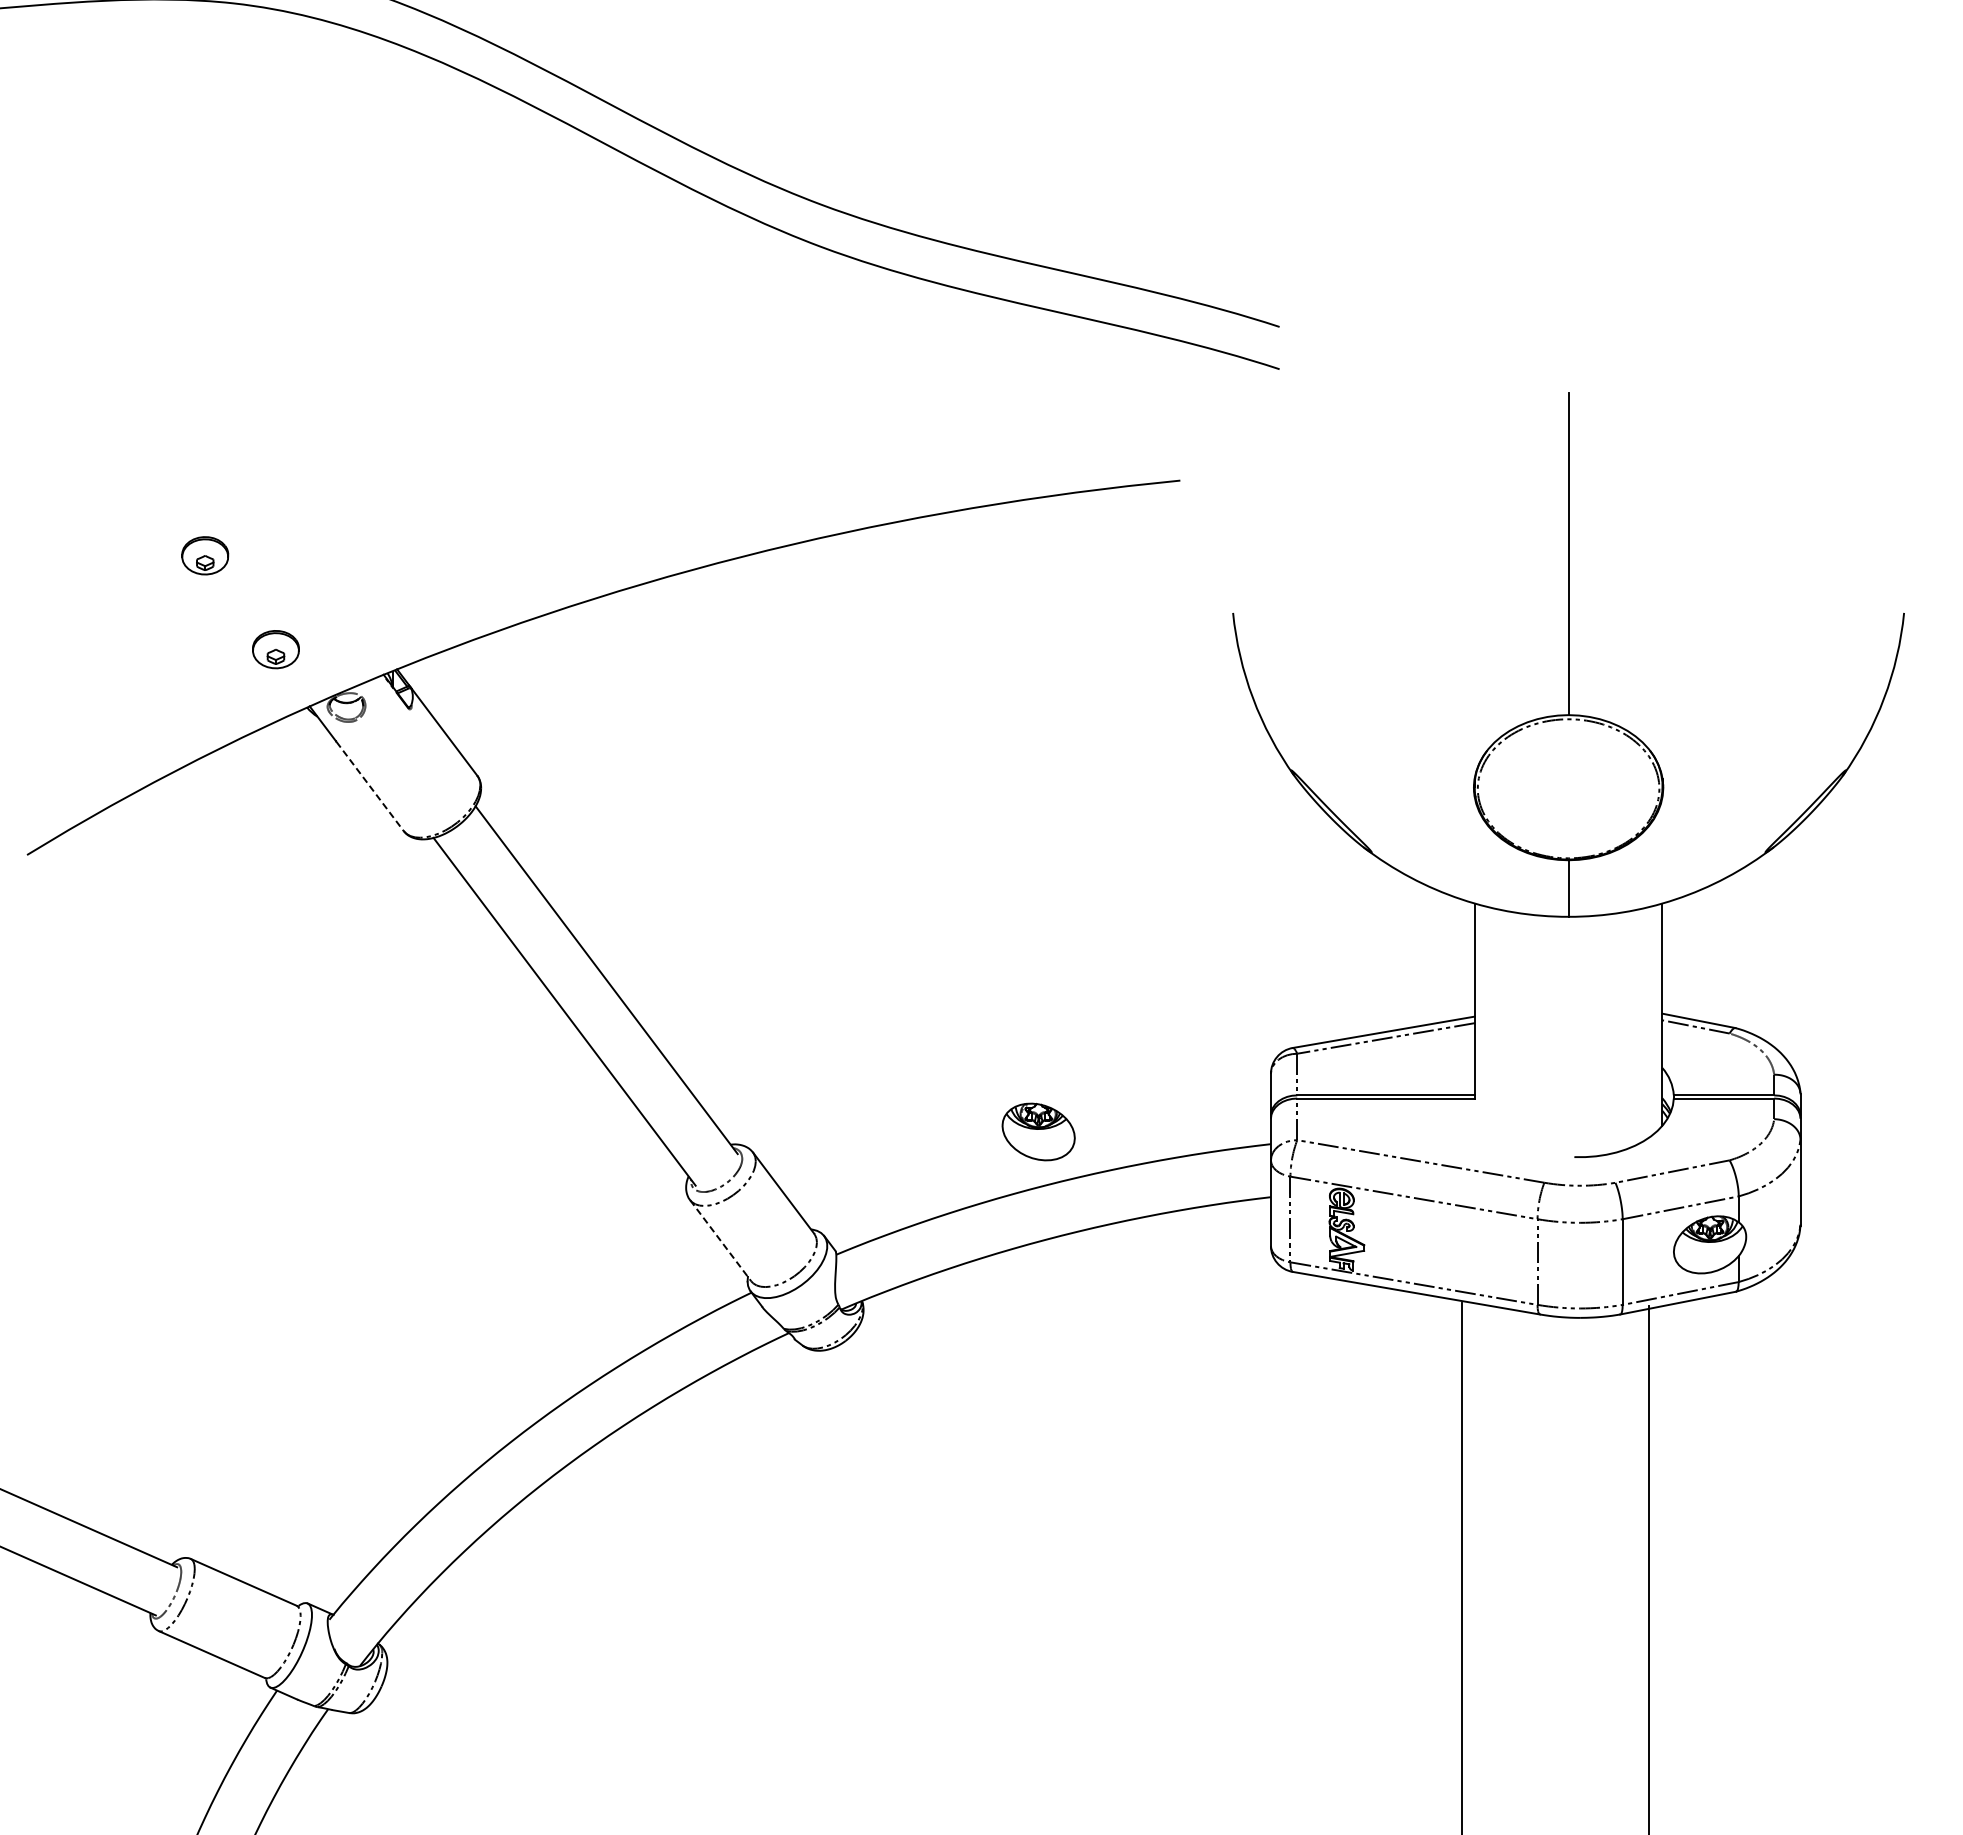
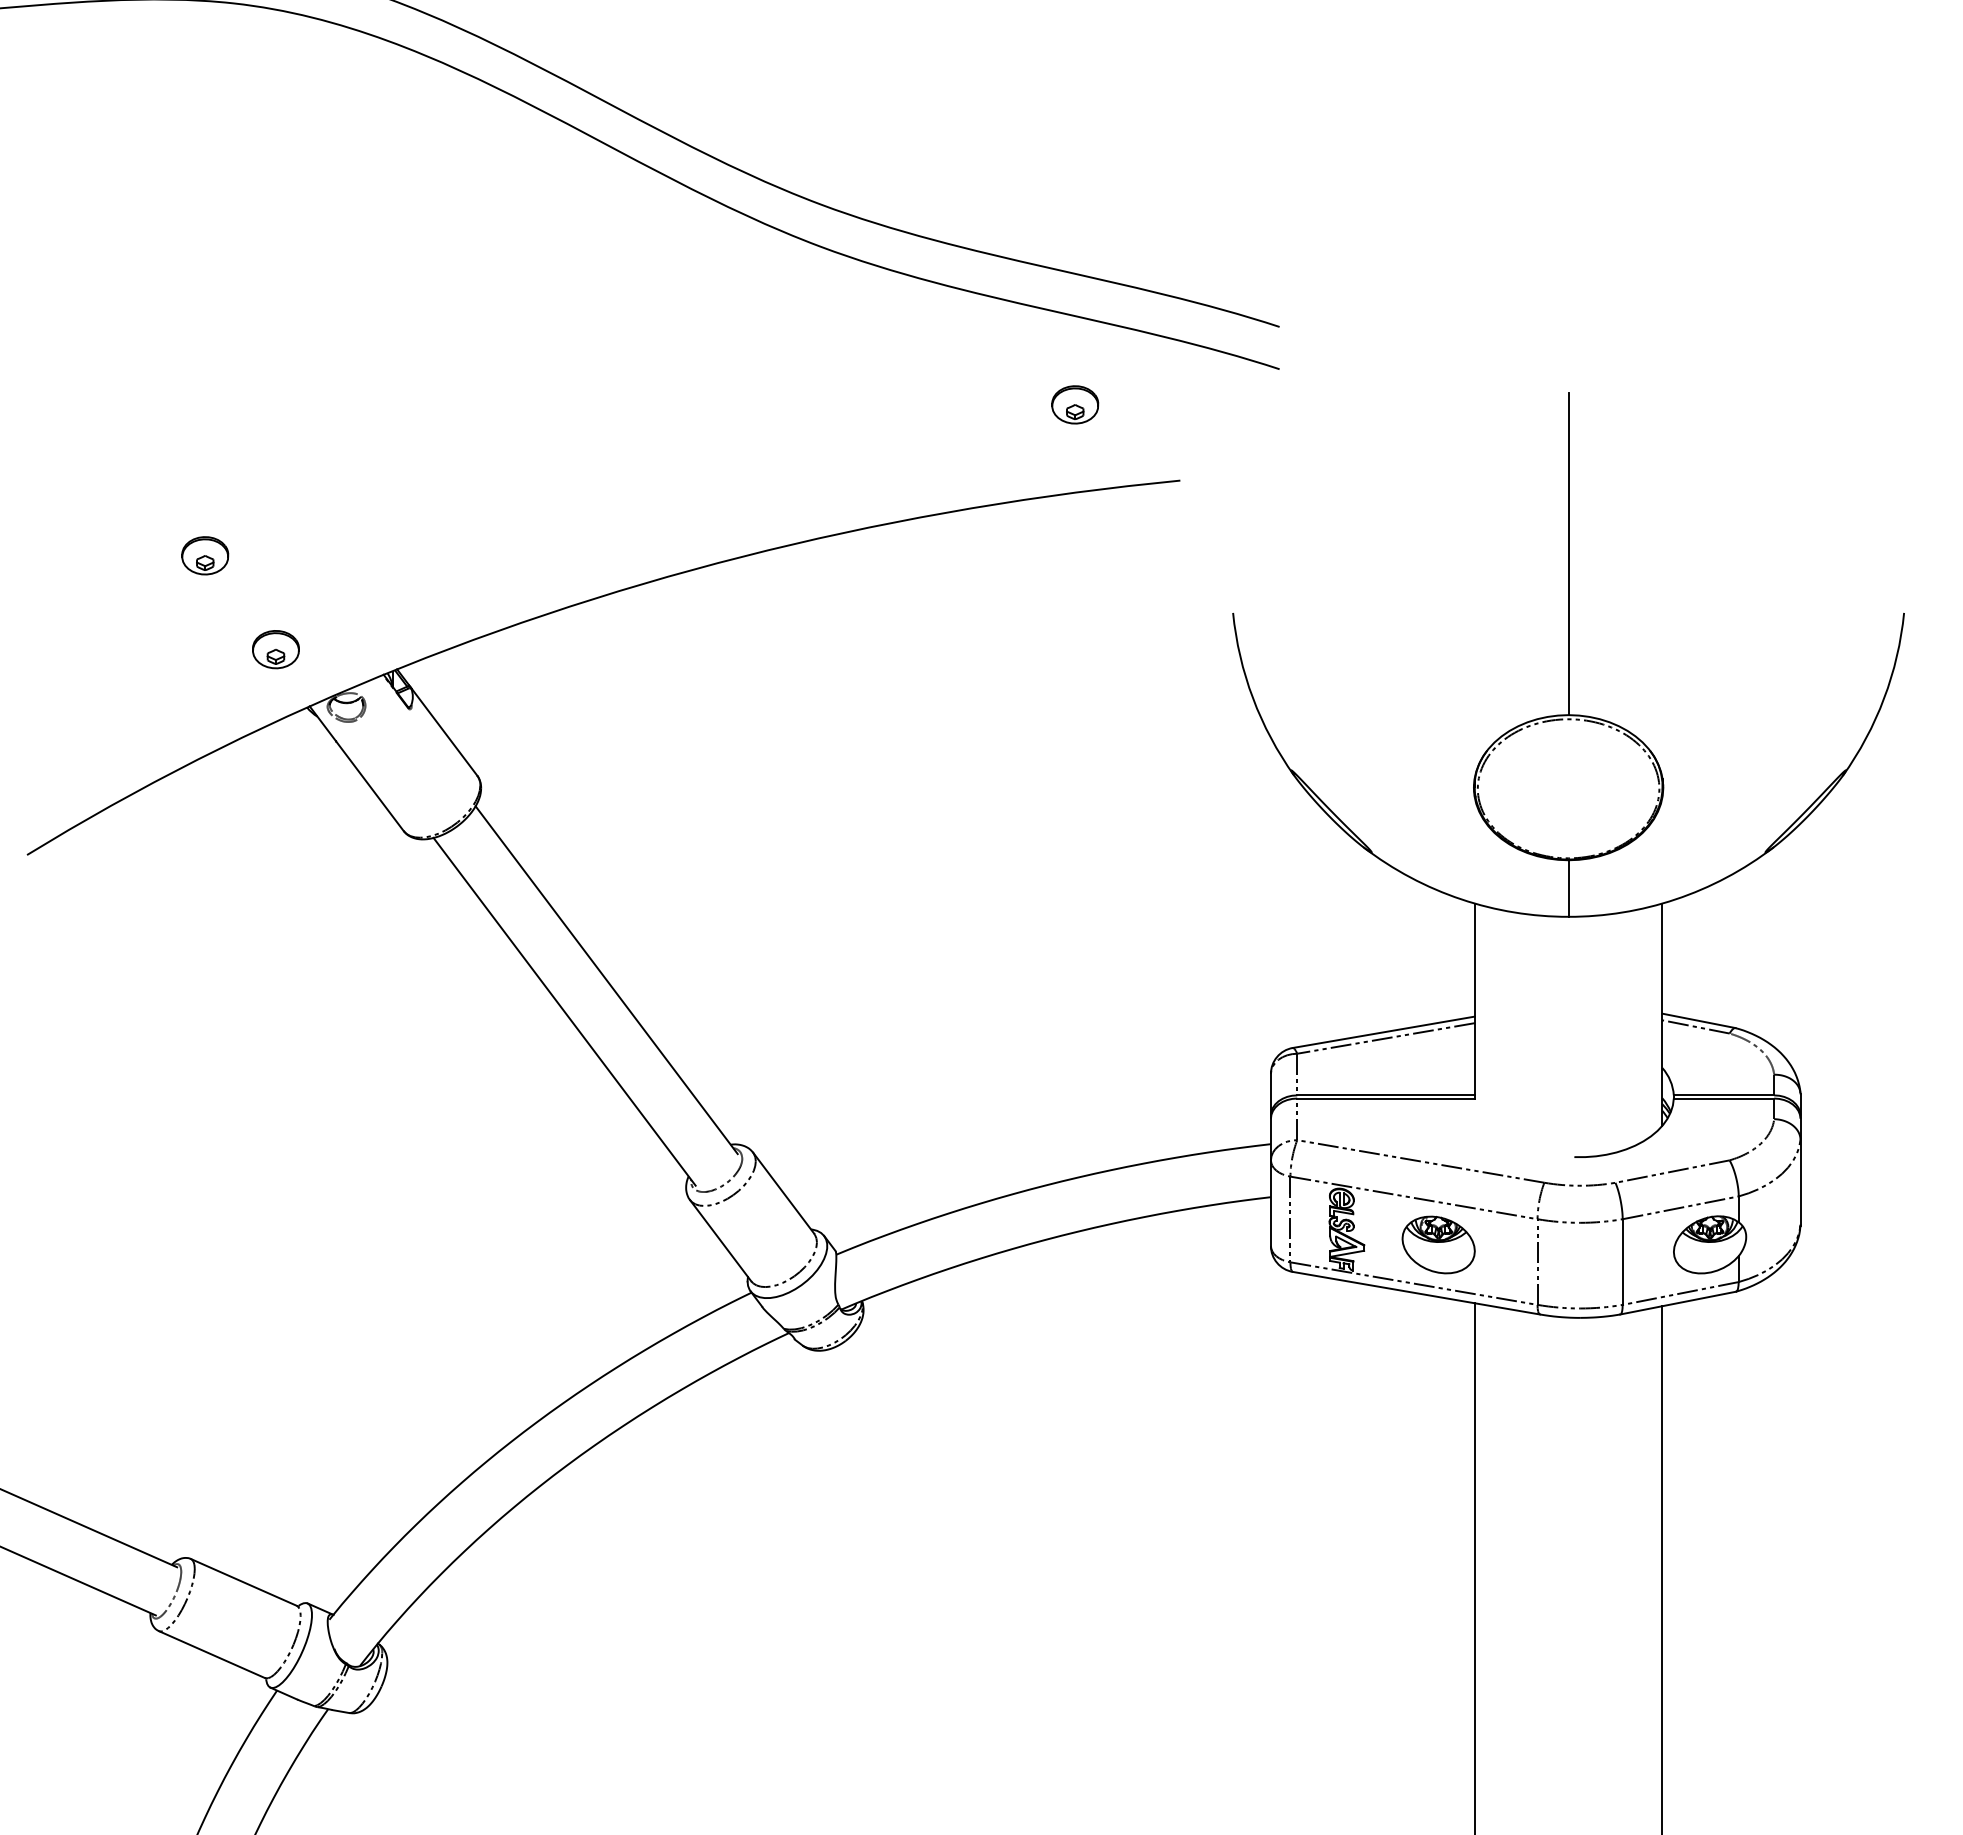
part at (1075, 404): none -> present
line at (370, 786): dashed -> solid
part at (1038, 1131) position: (1038, 1131) -> (1438, 1244)
line at (720, 1240): dashed -> solid
line at (1461, 1567) position: (1461, 1567) -> (1474, 1567)
line at (1649, 1568) position: (1649, 1568) -> (1662, 1568)
